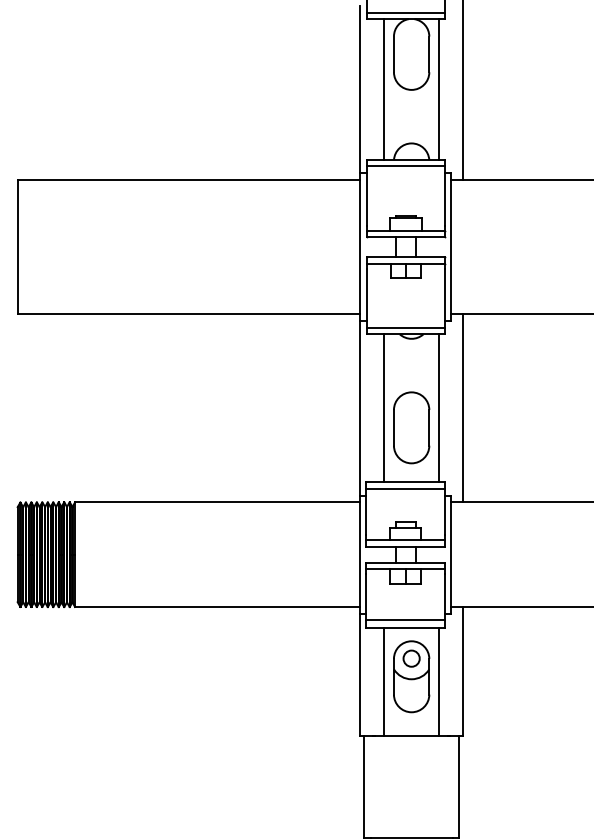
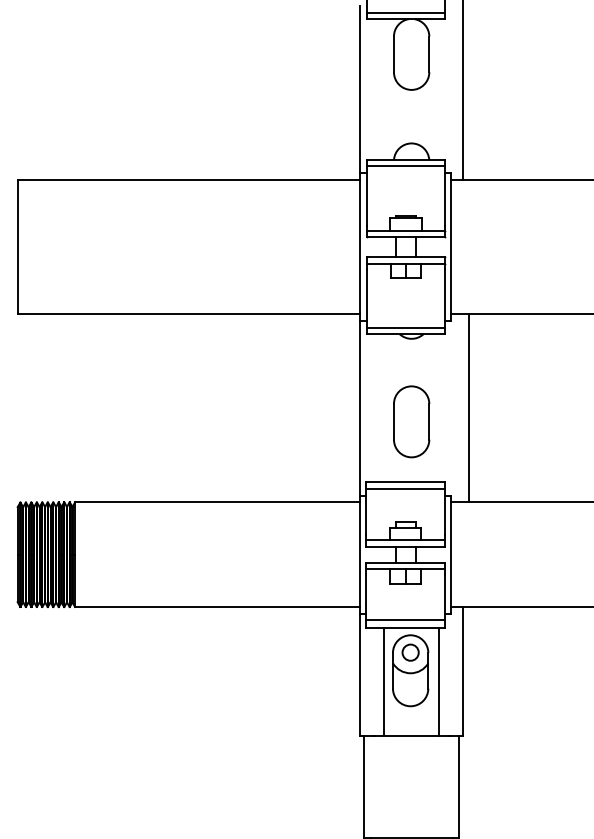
line at (384, 89): present -> none
line at (439, 89): present -> none
line at (384, 407): present -> none
line at (439, 407): present -> none
line at (462, 408) position: (462, 408) -> (468, 408)
part at (411, 427) position: (411, 427) -> (411, 421)
part at (411, 676) position: (411, 676) -> (410, 670)
